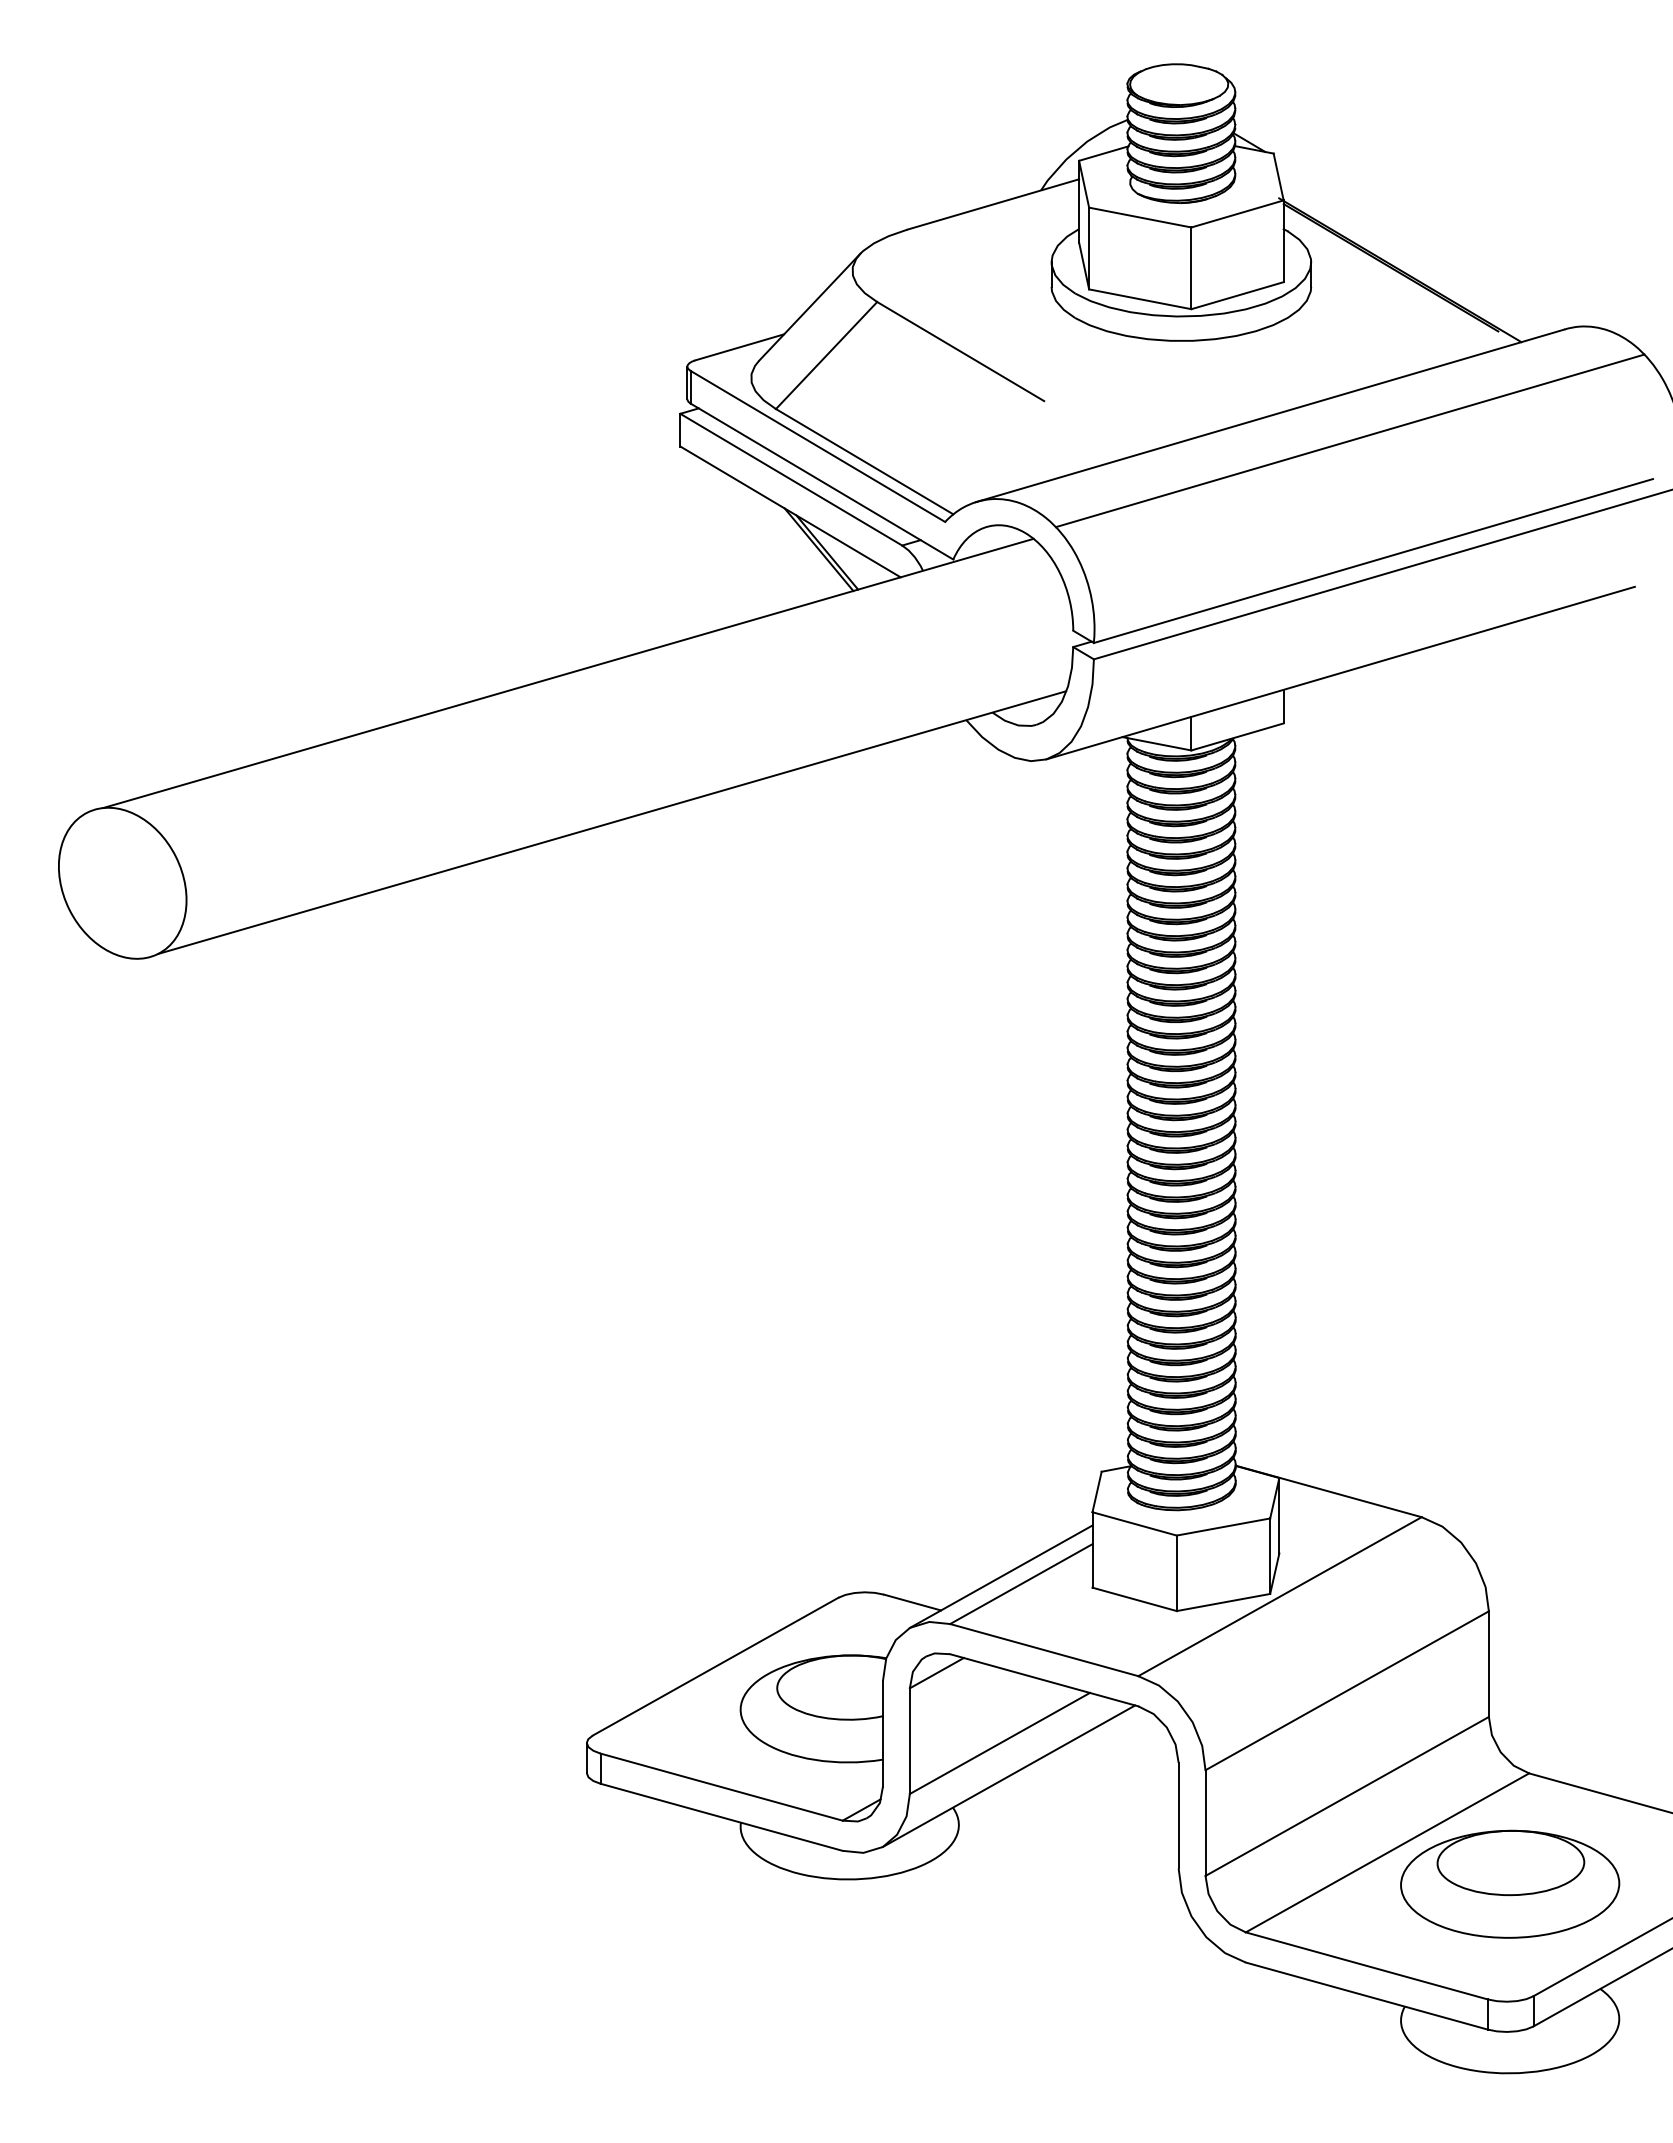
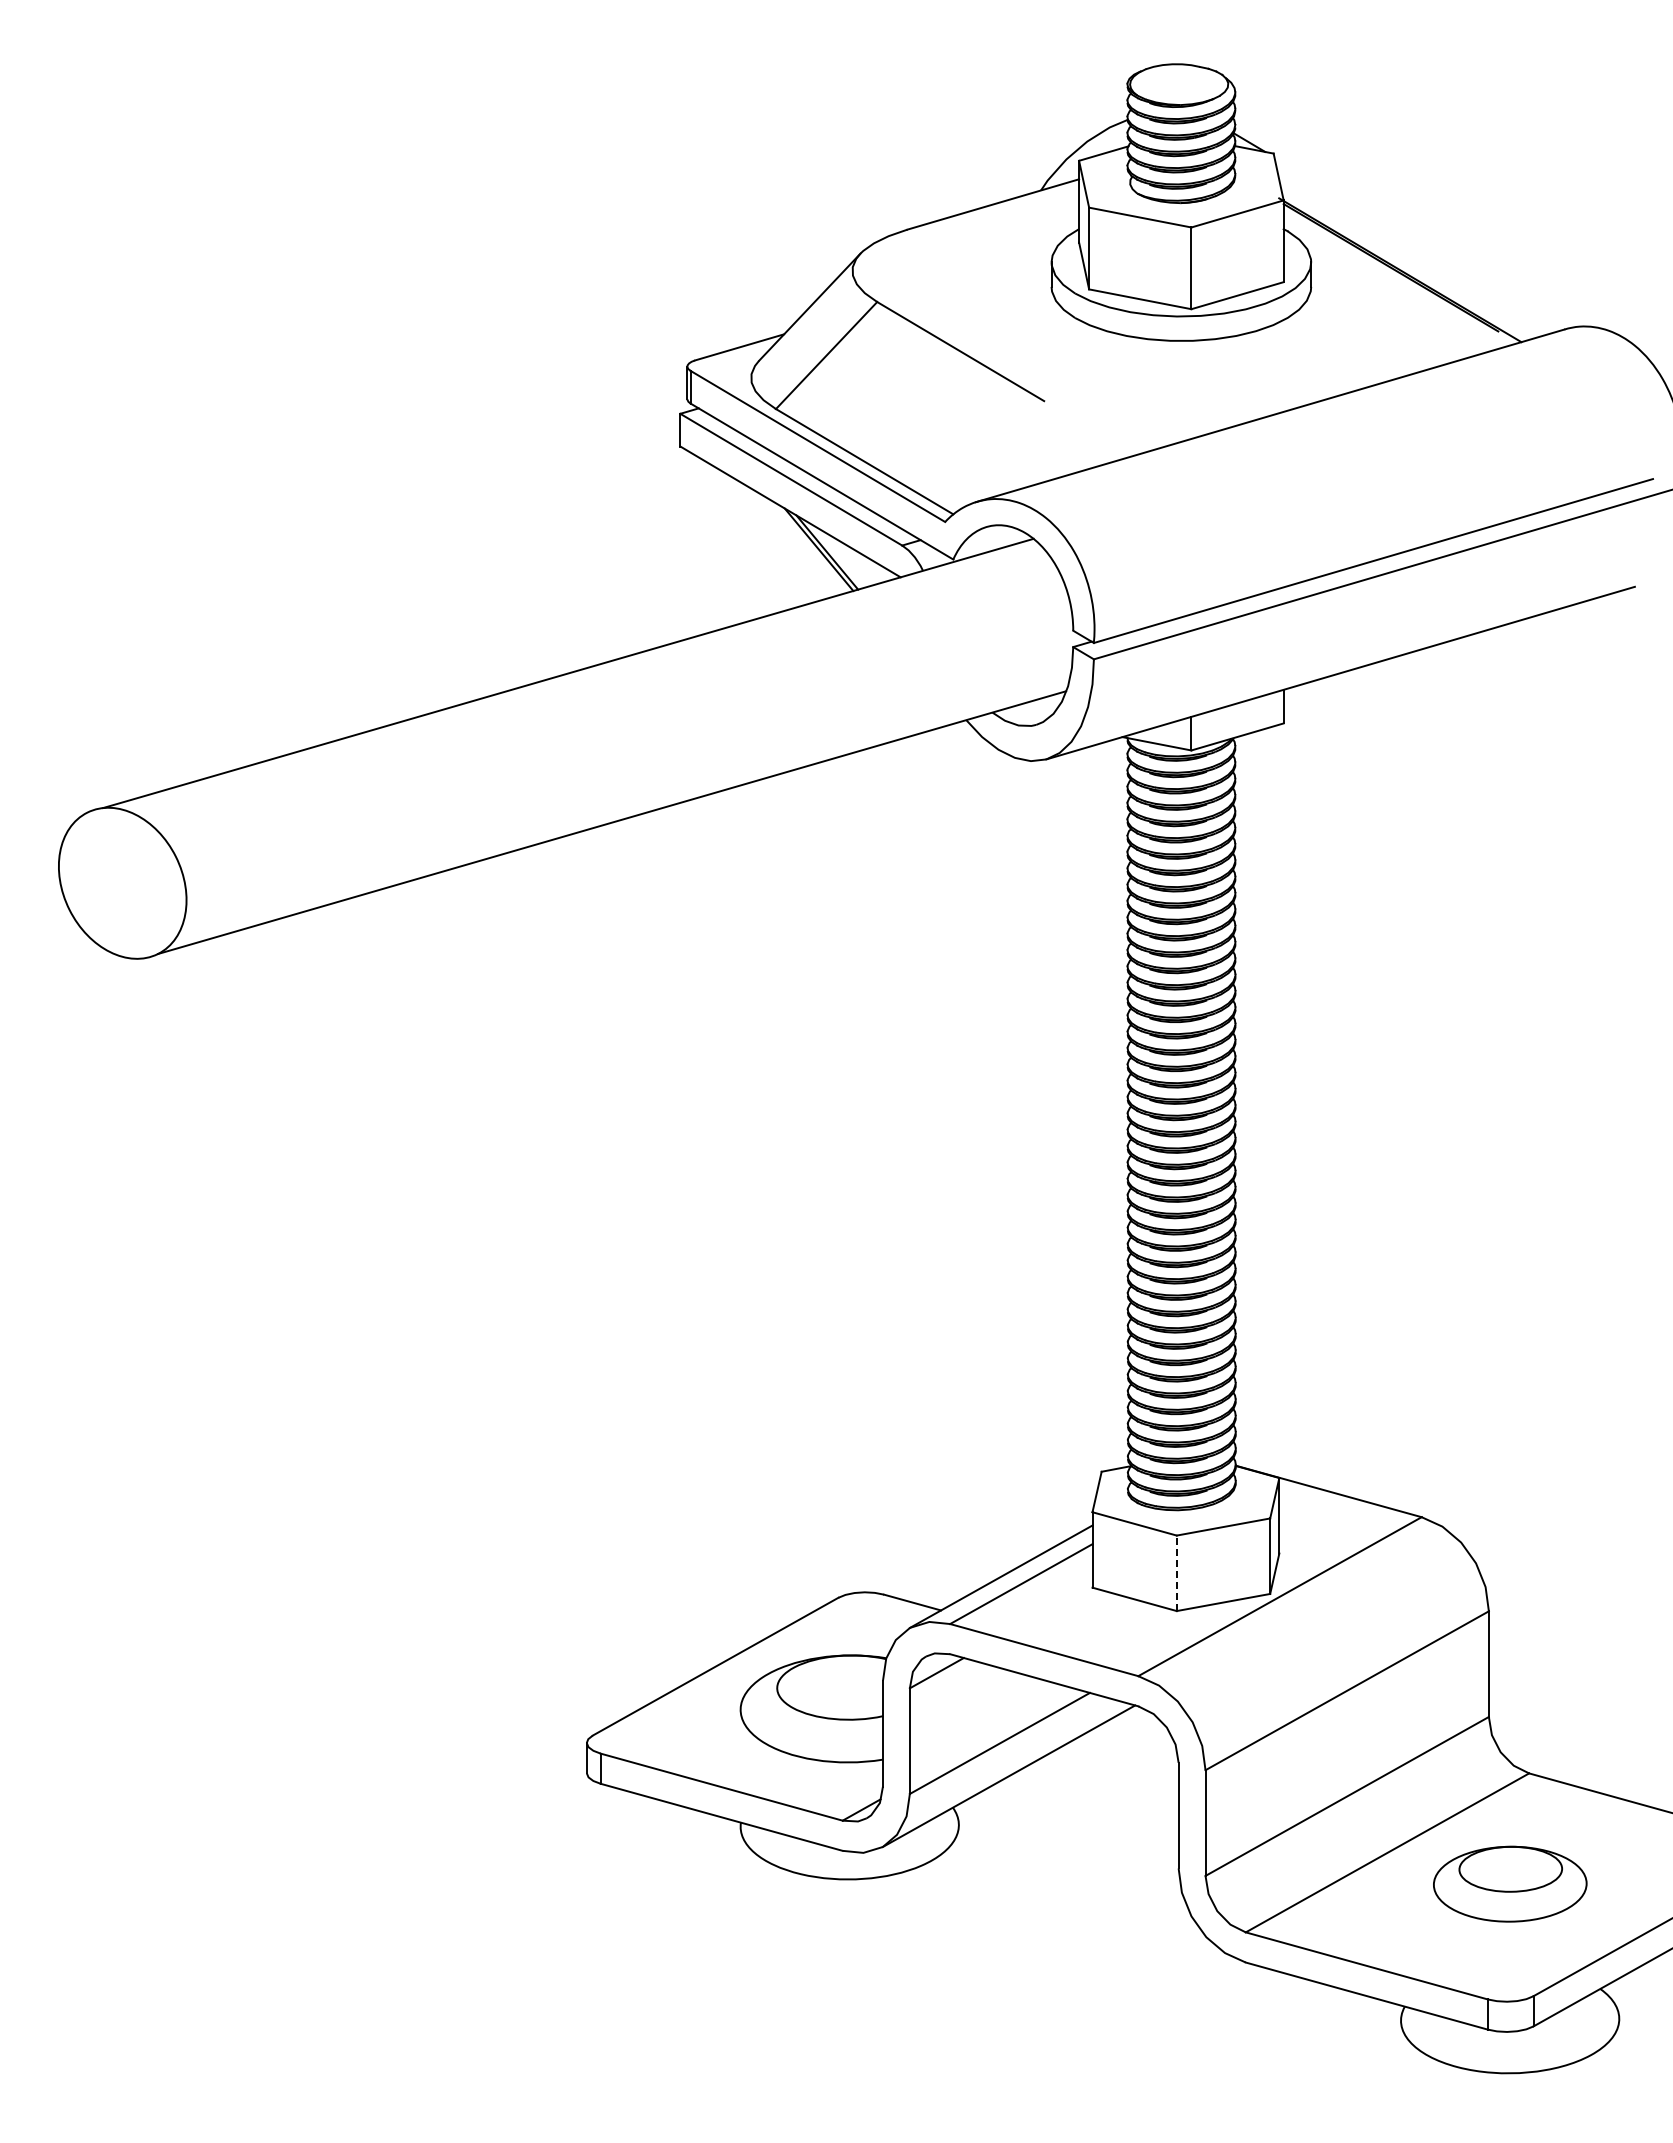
line at (1349, 440): present -> none
line at (1176, 1573): solid -> dashed
part at (1510, 1883) size: 221x110 px -> 155x78 px
